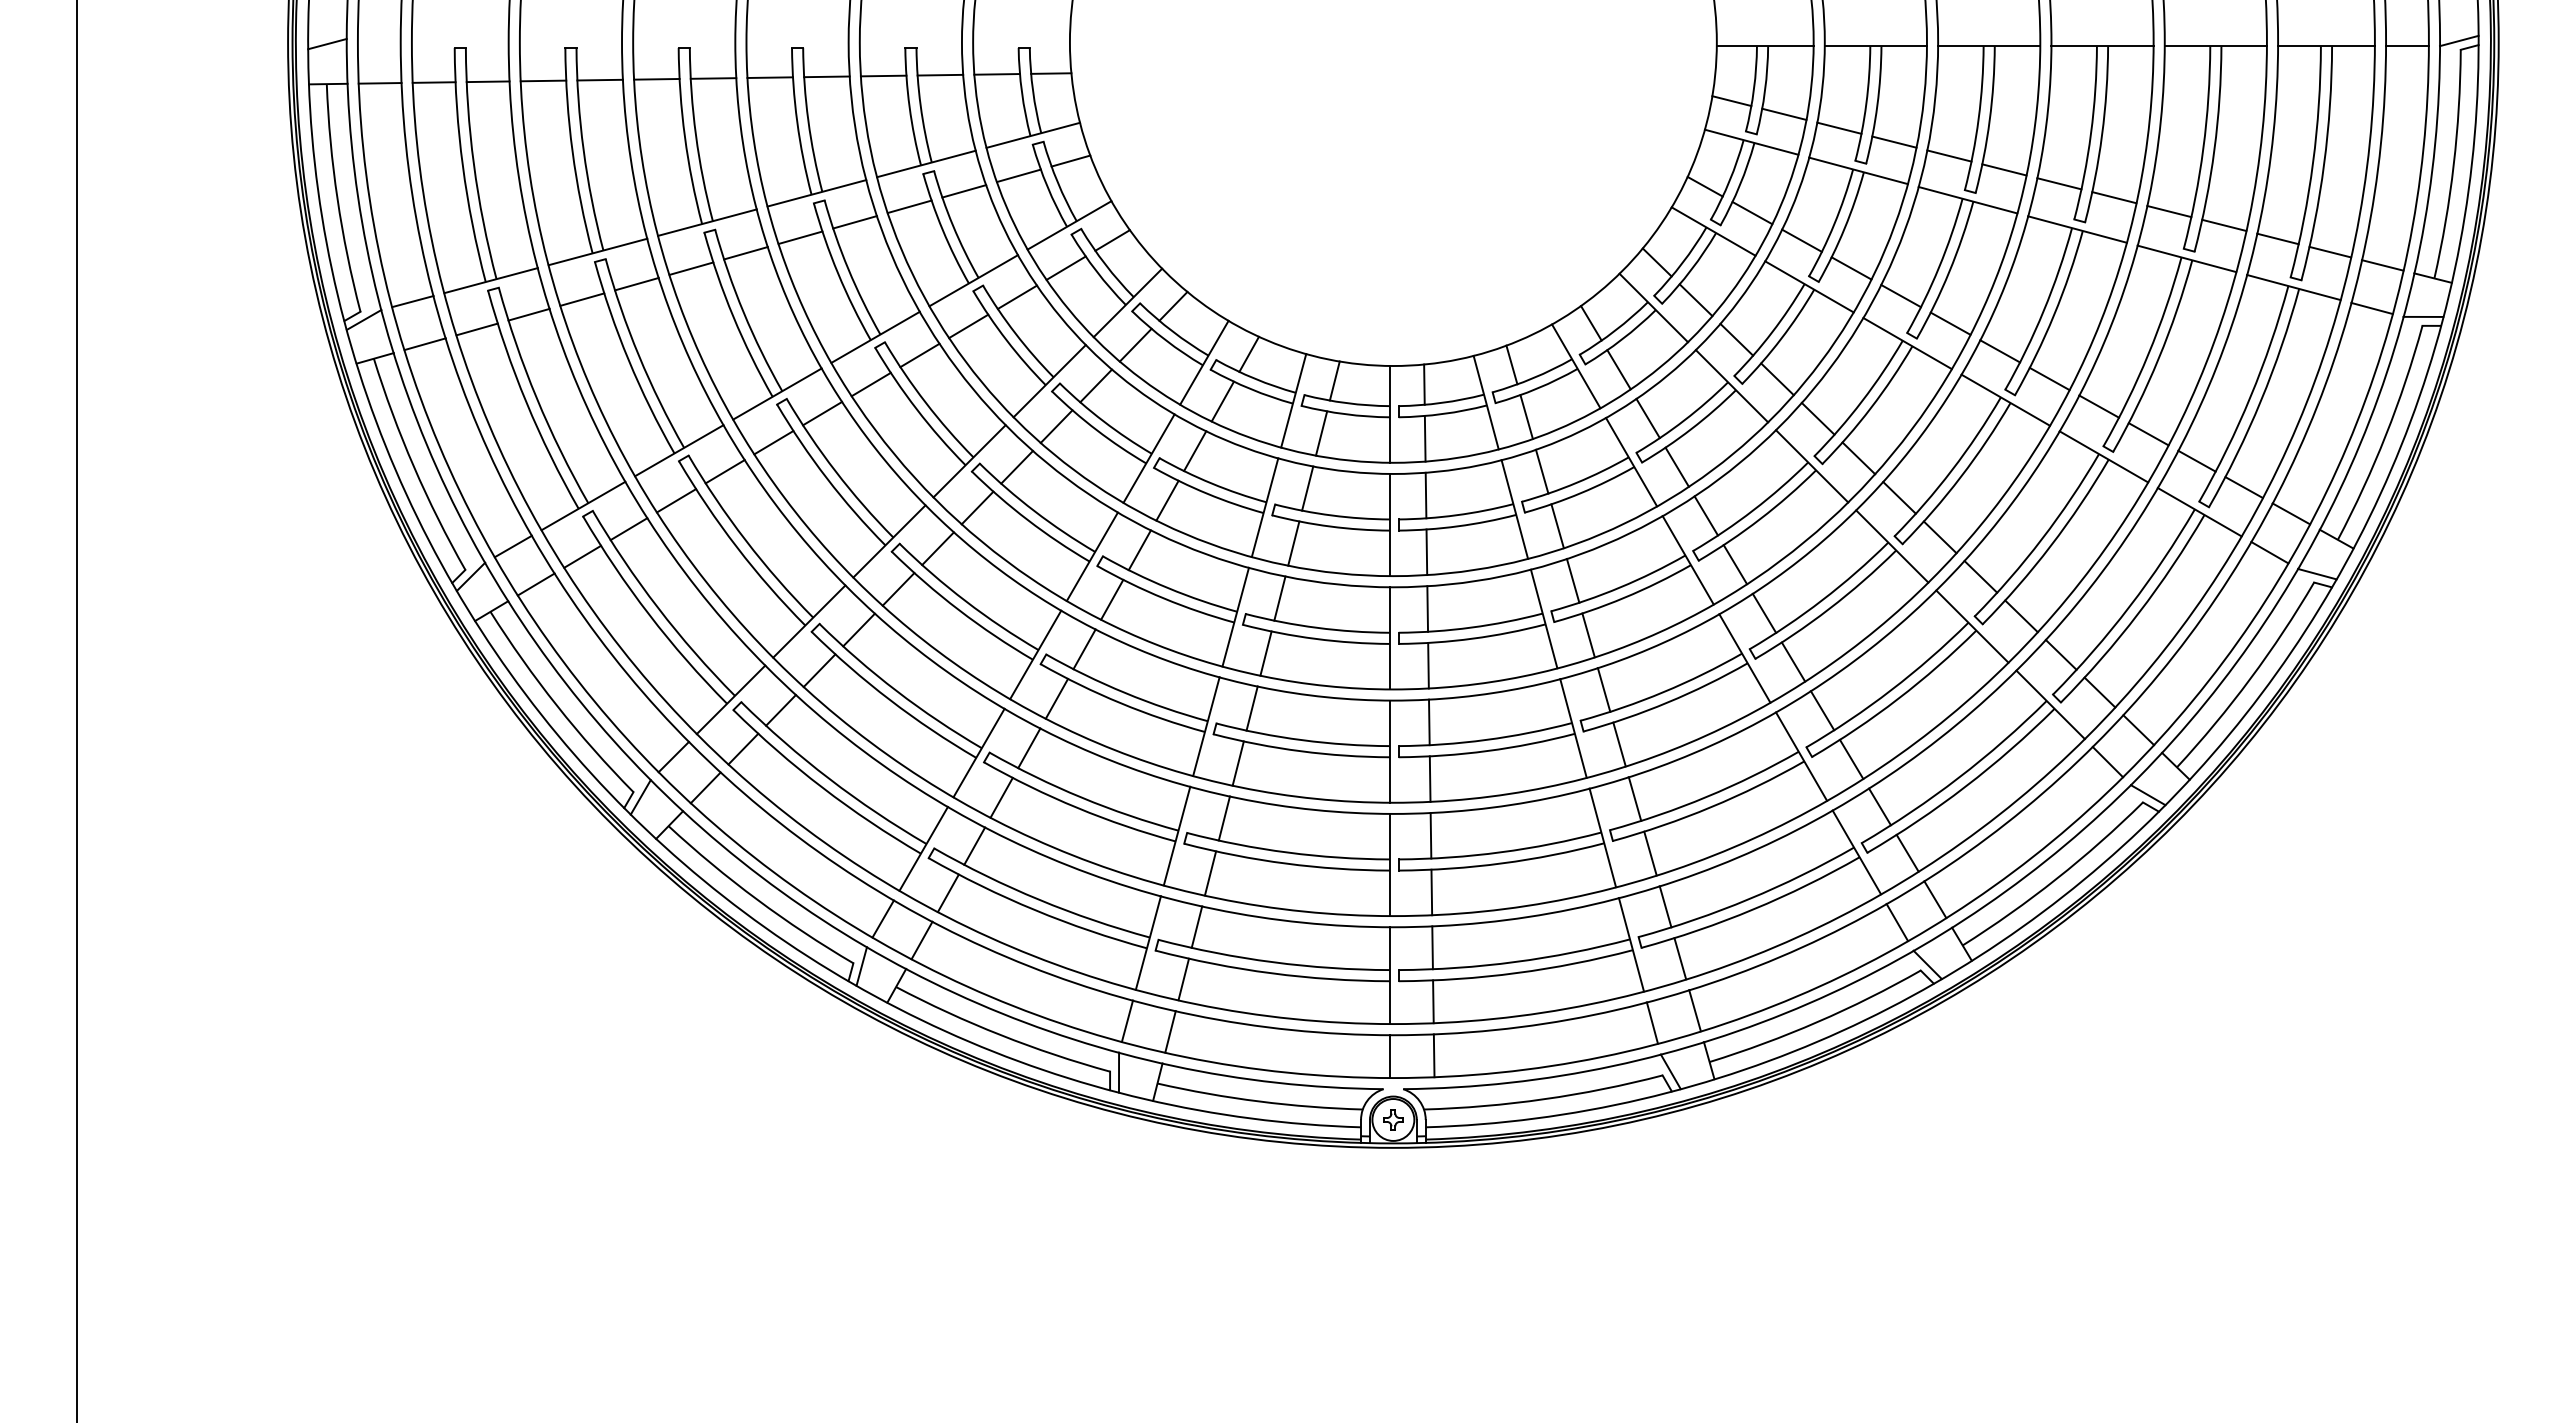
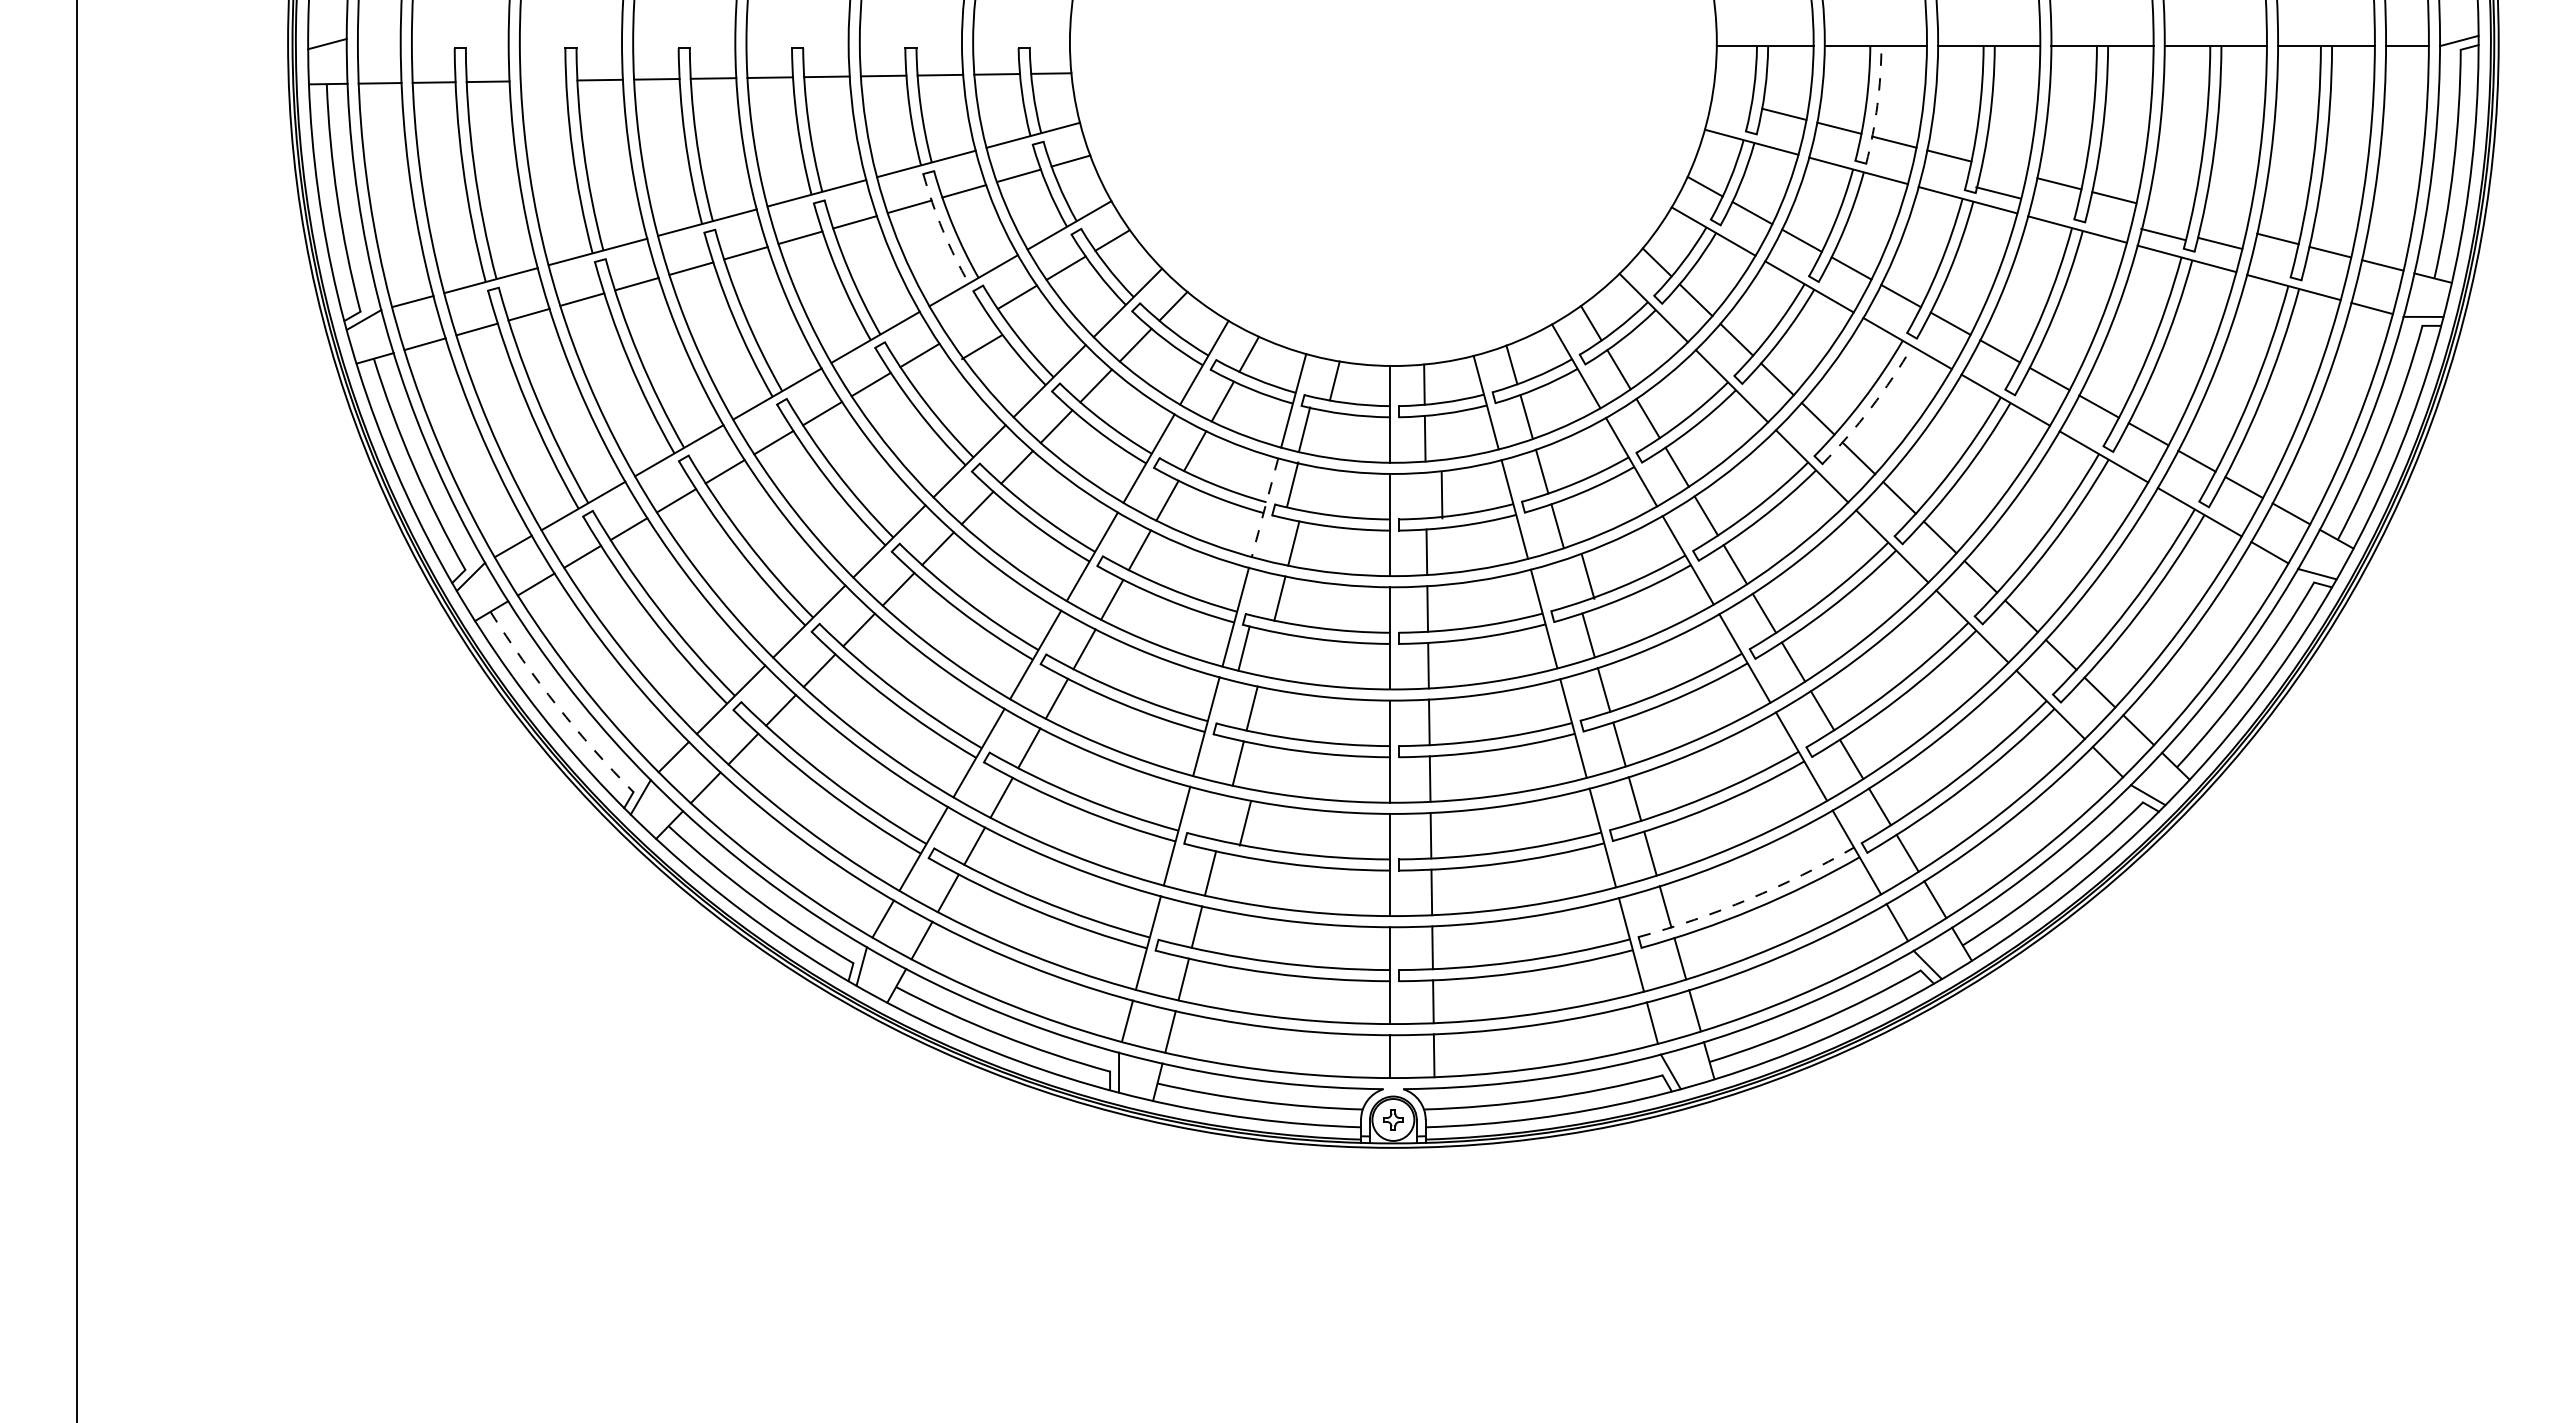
line at (543, 80): present -> none
line at (1731, 101): present -> none
arc at (1877, 105): solid -> dashed
line at (2004, 169) position: (2004, 169) -> (1998, 192)
line at (2169, 211) position: (2169, 211) -> (2163, 234)
line at (2224, 225) position: (2224, 225) -> (2220, 243)
arc at (942, 230): solid -> dashed
line at (968, 326) position: (968, 326) -> (981, 347)
arc at (1871, 407): solid -> dashed
line at (1321, 433) position: (1321, 433) -> (1304, 429)
line at (1307, 488) position: (1307, 488) -> (1292, 484)
line at (1425, 495) position: (1425, 495) -> (1441, 495)
line at (1264, 508): solid -> dashed
line at (1572, 580) position: (1572, 580) -> (1587, 576)
line at (1265, 653) position: (1265, 653) -> (1243, 648)
arc at (557, 705): solid -> dashed
line at (1223, 818) position: (1223, 818) -> (1244, 823)
arc at (1749, 899): solid -> dashed
